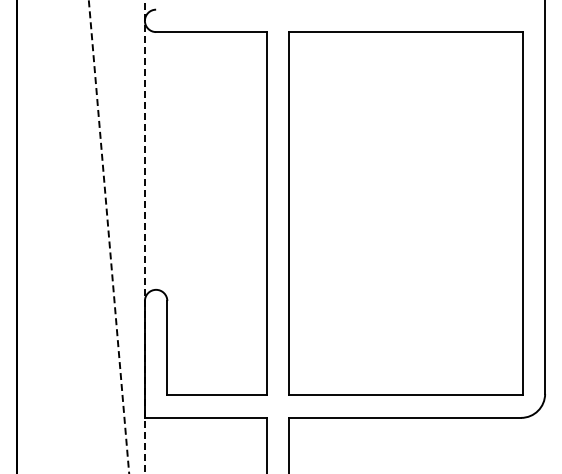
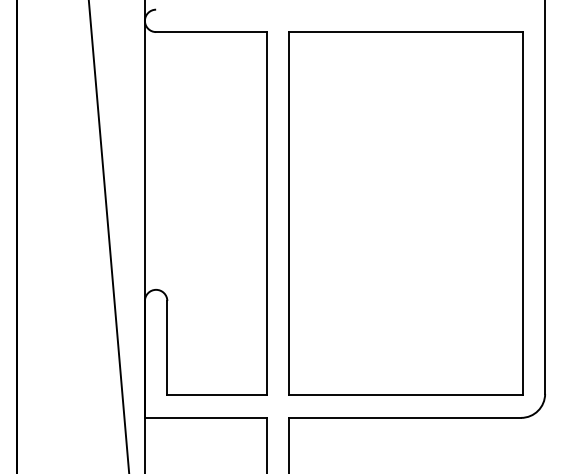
line at (109, 237): dashed -> solid
line at (144, 237): dashed -> solid
